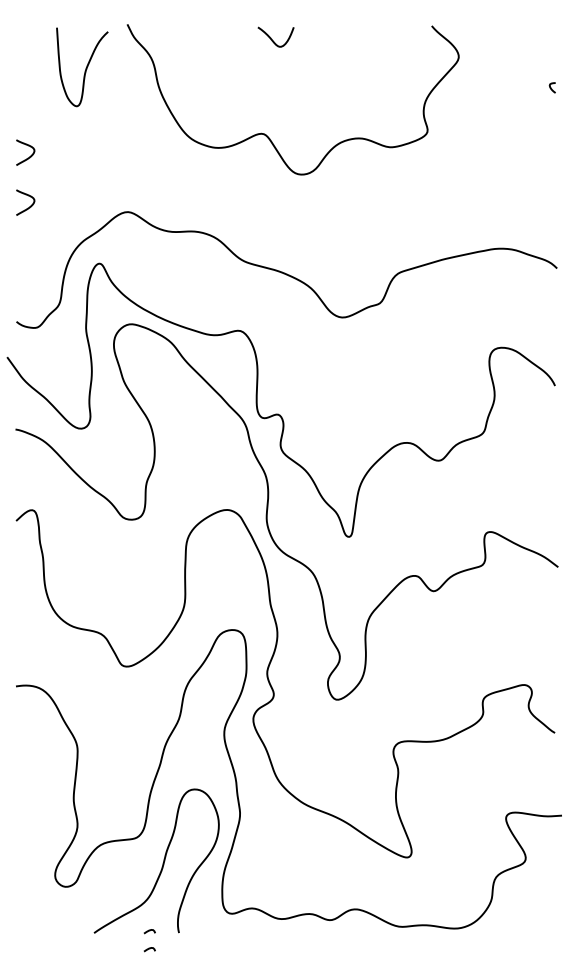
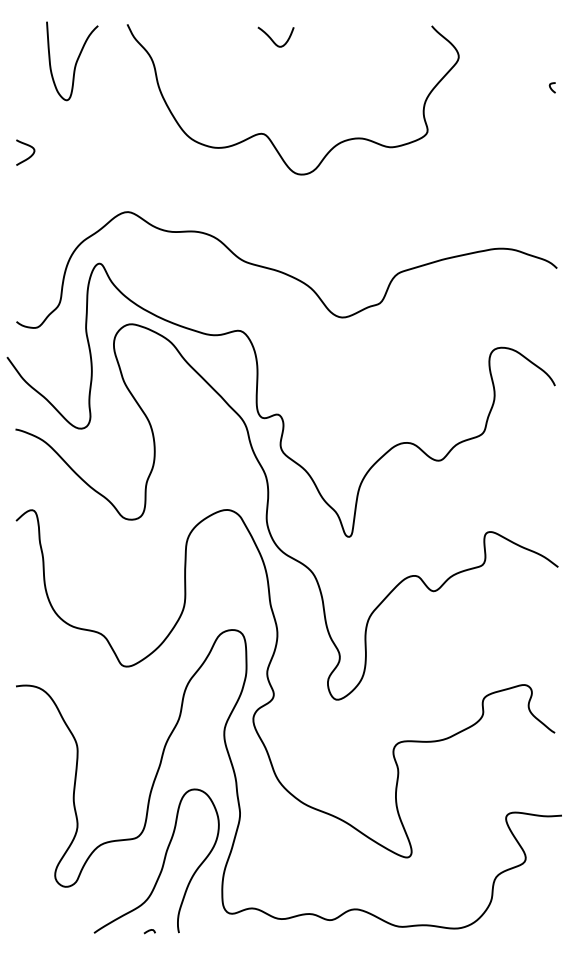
curve at (85, 68) position: (85, 68) -> (75, 62)
curve at (27, 207): present -> none
curve at (149, 949): present -> none
